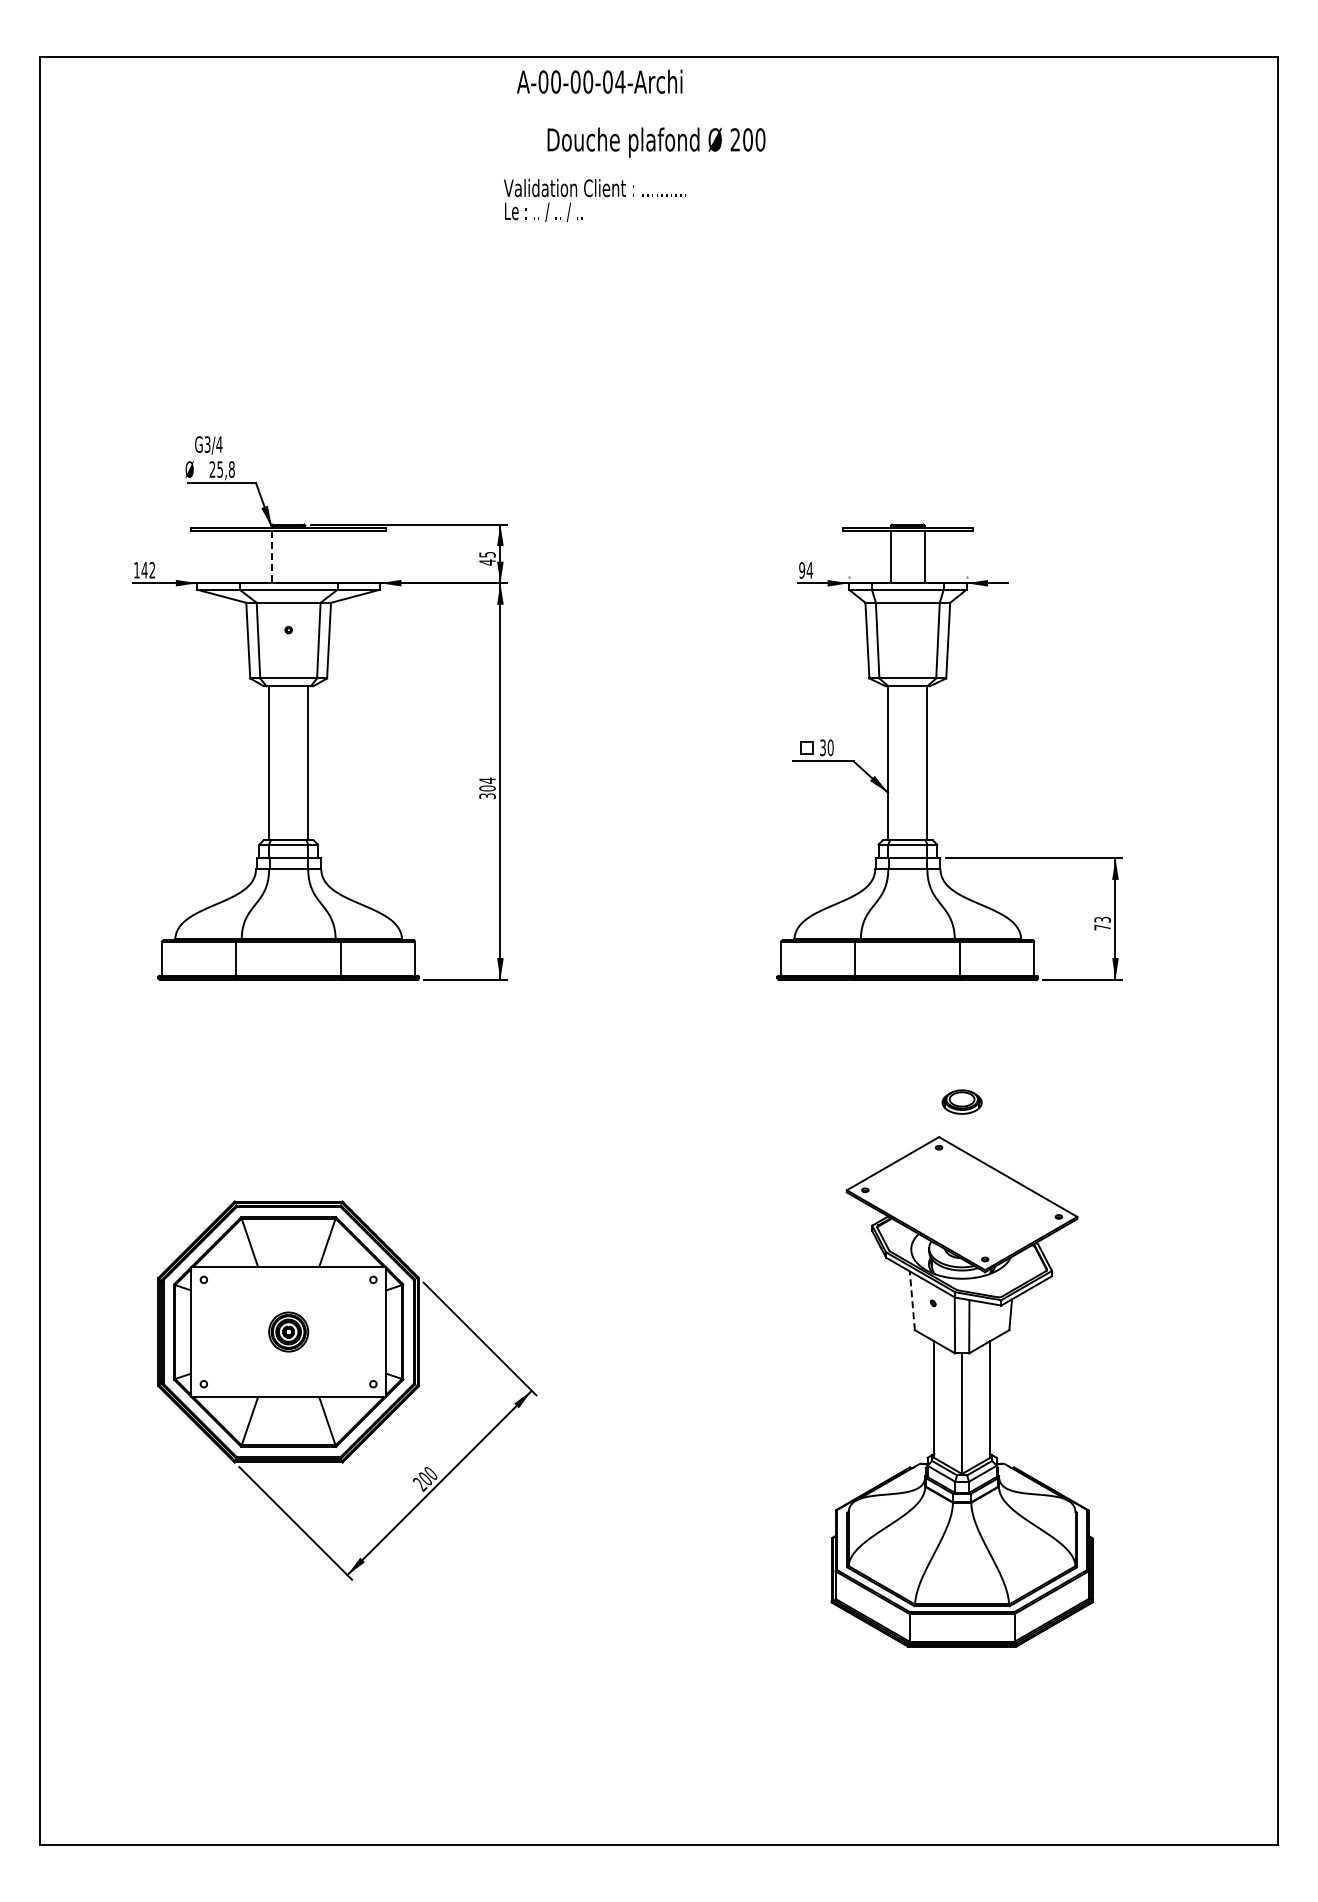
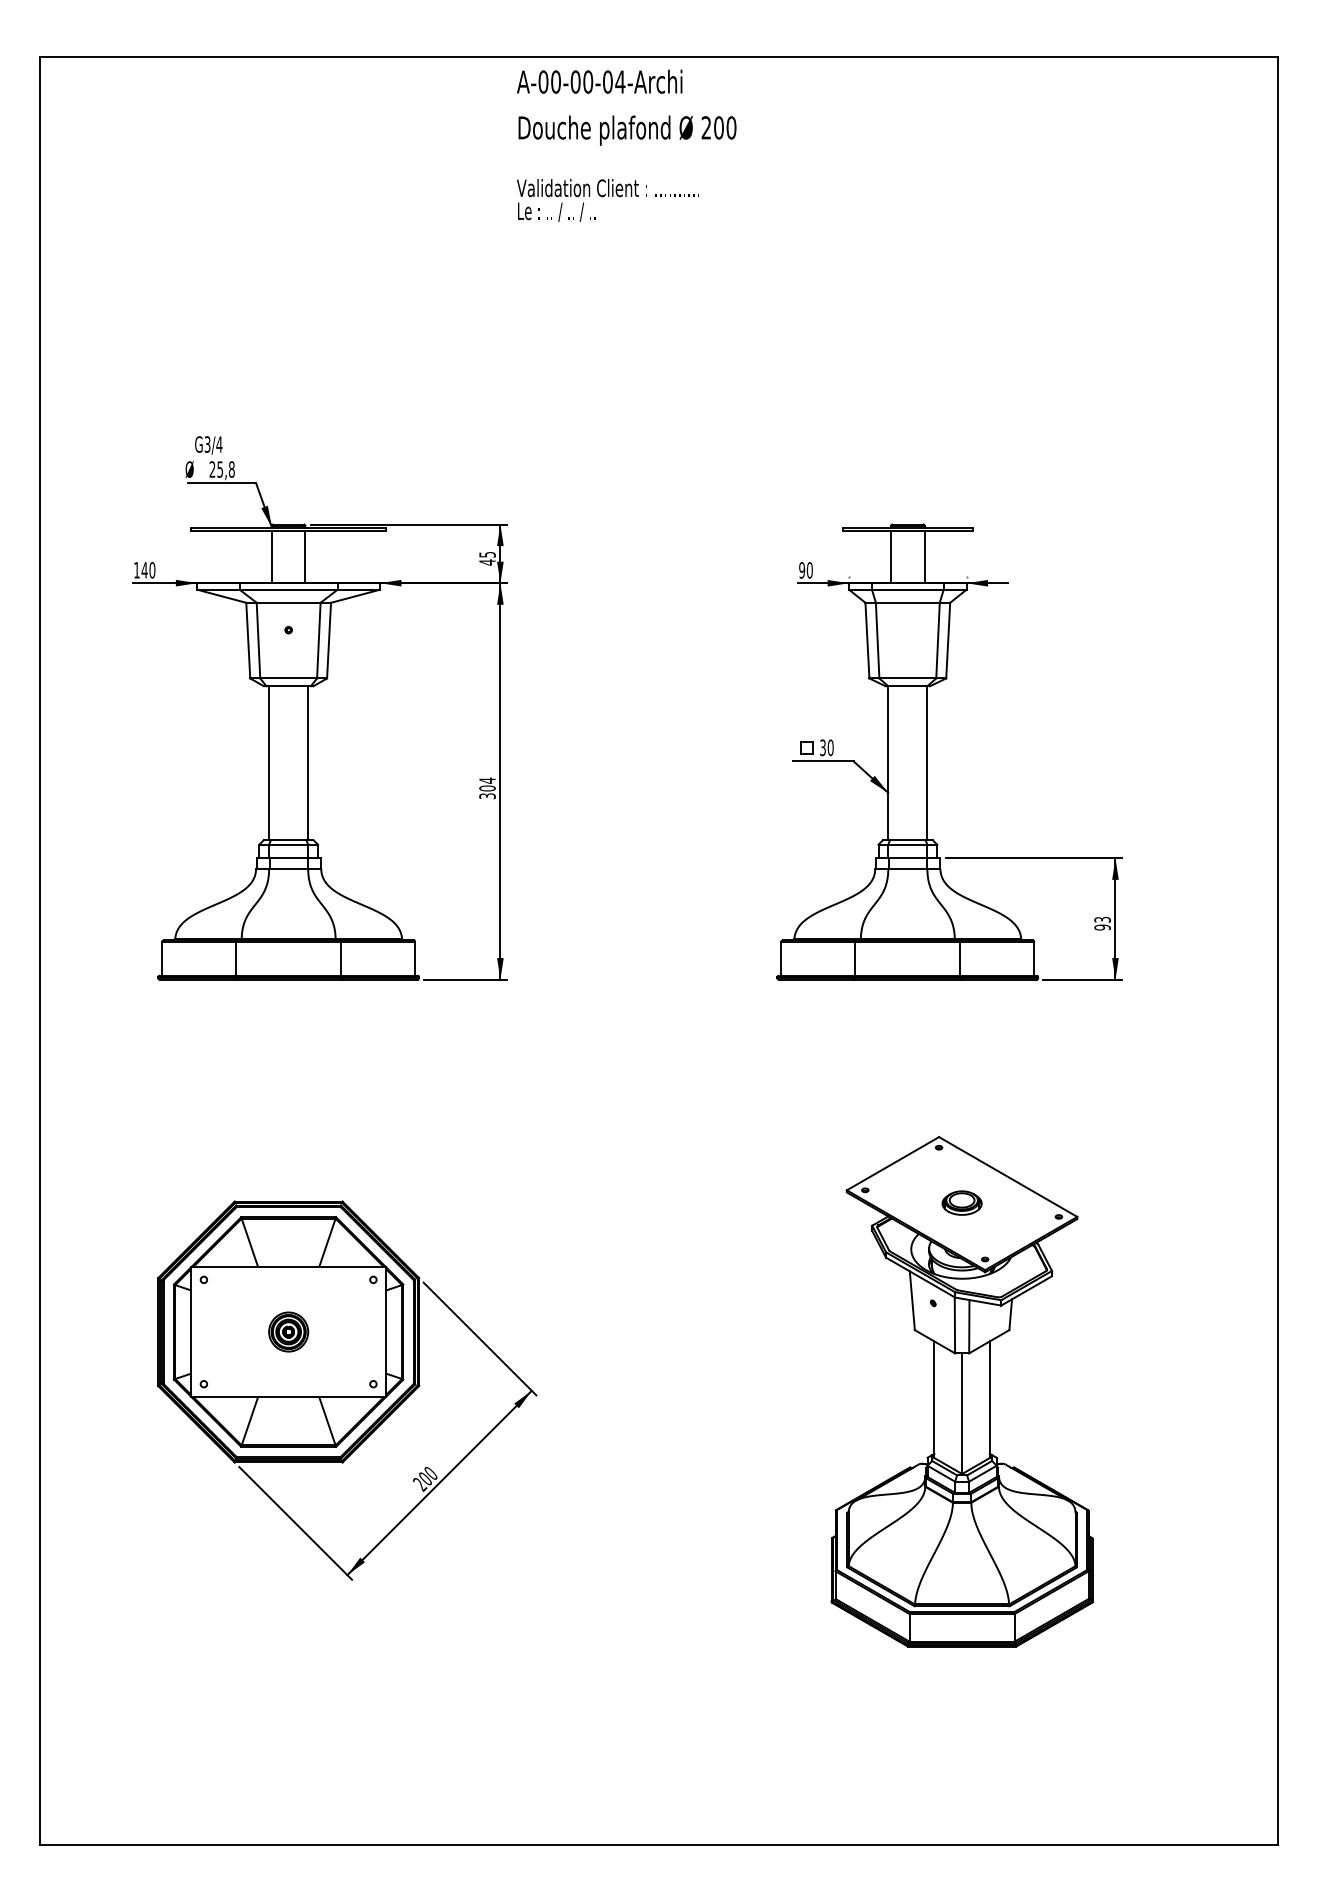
text at (656, 142) position: (656, 142) -> (627, 130)
text at (594, 200) position: (594, 200) -> (607, 200)
line at (271, 557): dashed -> solid
line at (305, 557): none -> present
text at (152, 570): 142 -> 140
text at (809, 570): 94 -> 90
text at (1102, 927): 73 -> 93
part at (961, 1101) position: (961, 1101) -> (961, 1202)
line at (912, 1300): dashed -> solid
